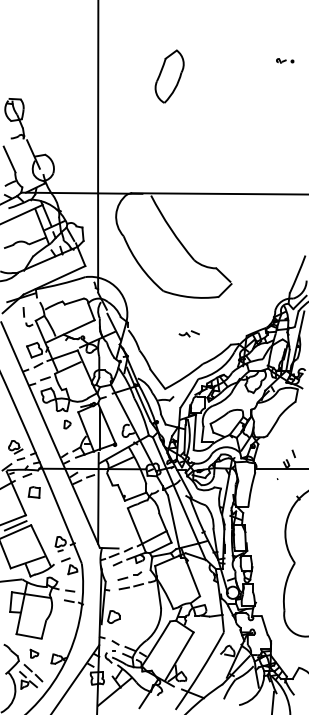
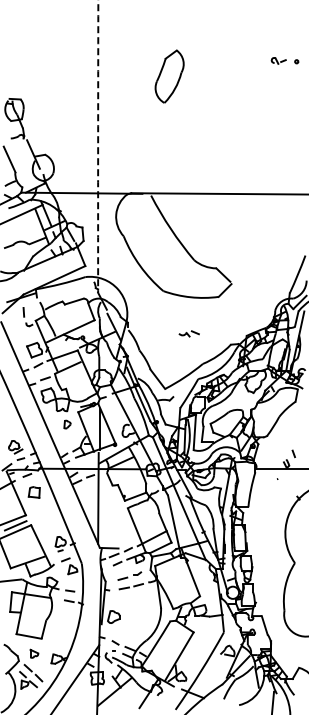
part at (285, 60) size: 19x6 px -> 30x8 px
arc at (98, 147): solid -> dashed
